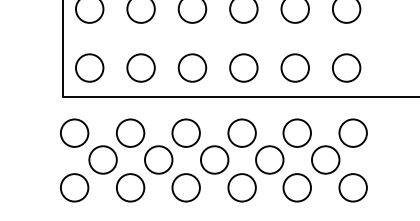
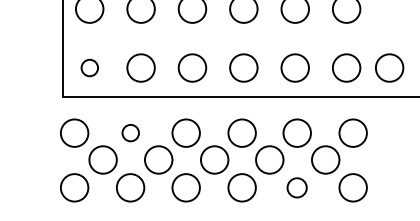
part at (89, 67) size: 30x30 px -> 19x20 px
part at (389, 67): none -> present
part at (130, 132) size: 30x30 px -> 19x19 px
part at (296, 187) size: 30x30 px -> 22x22 px
